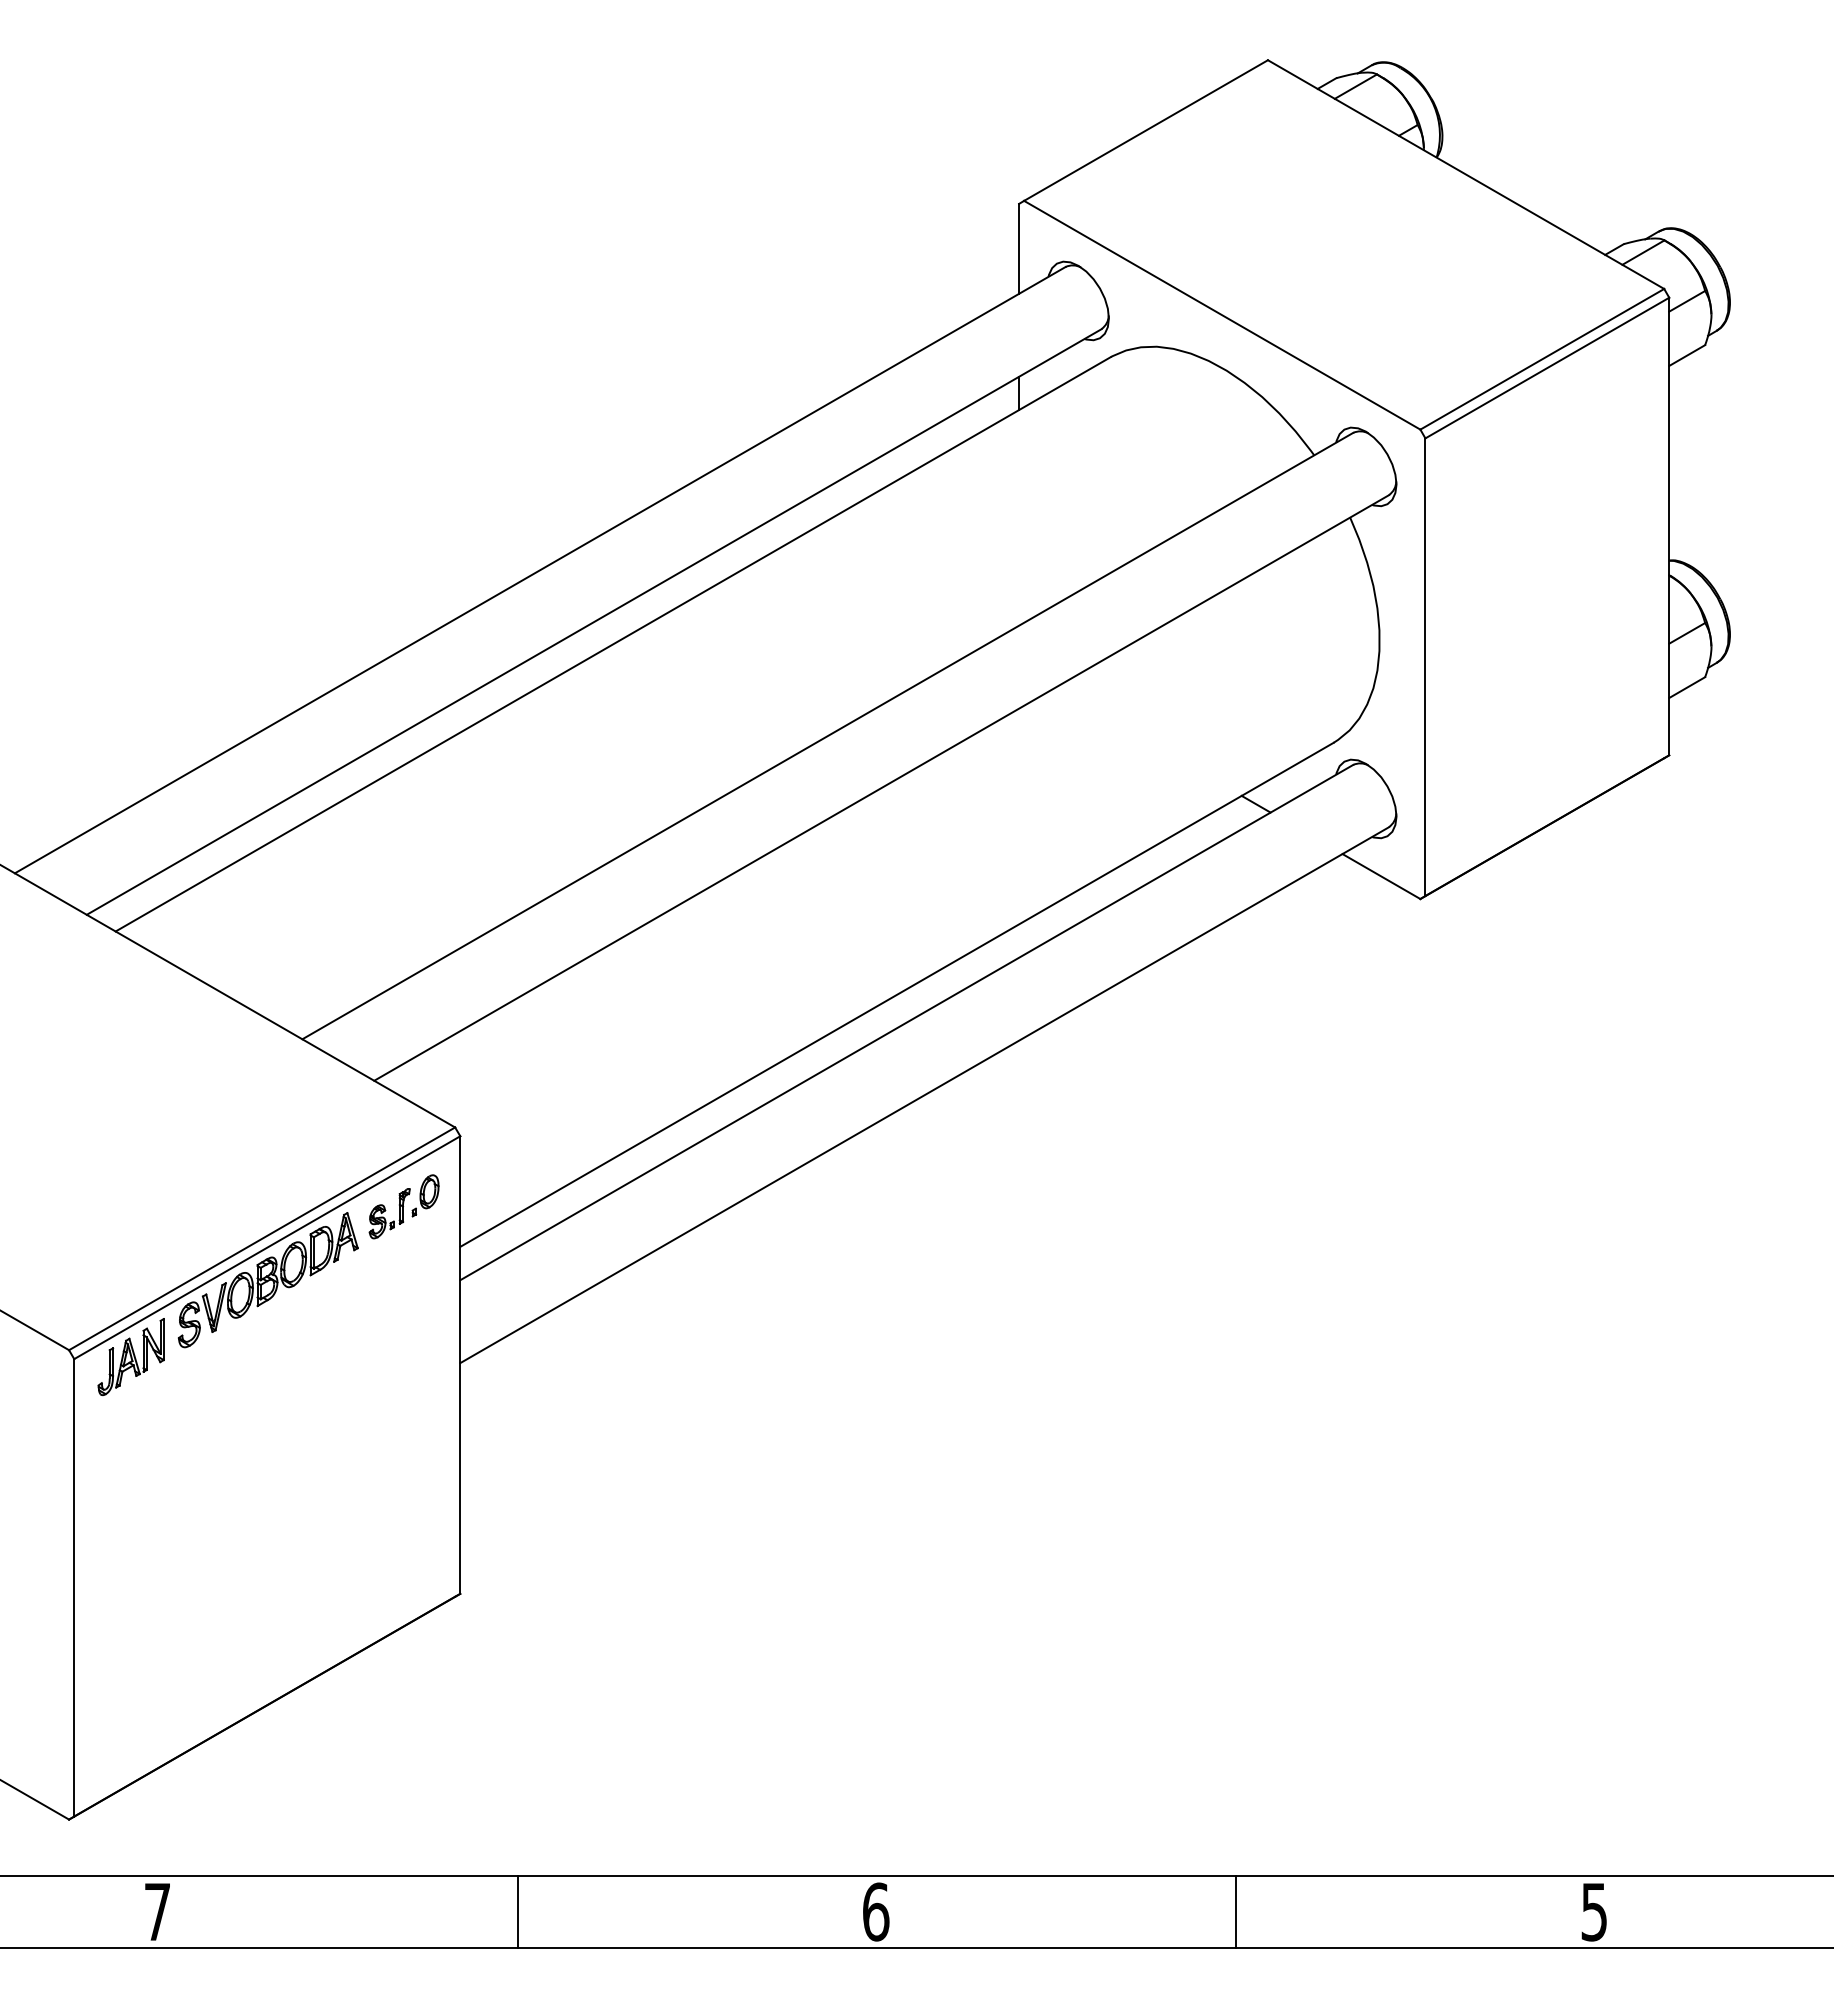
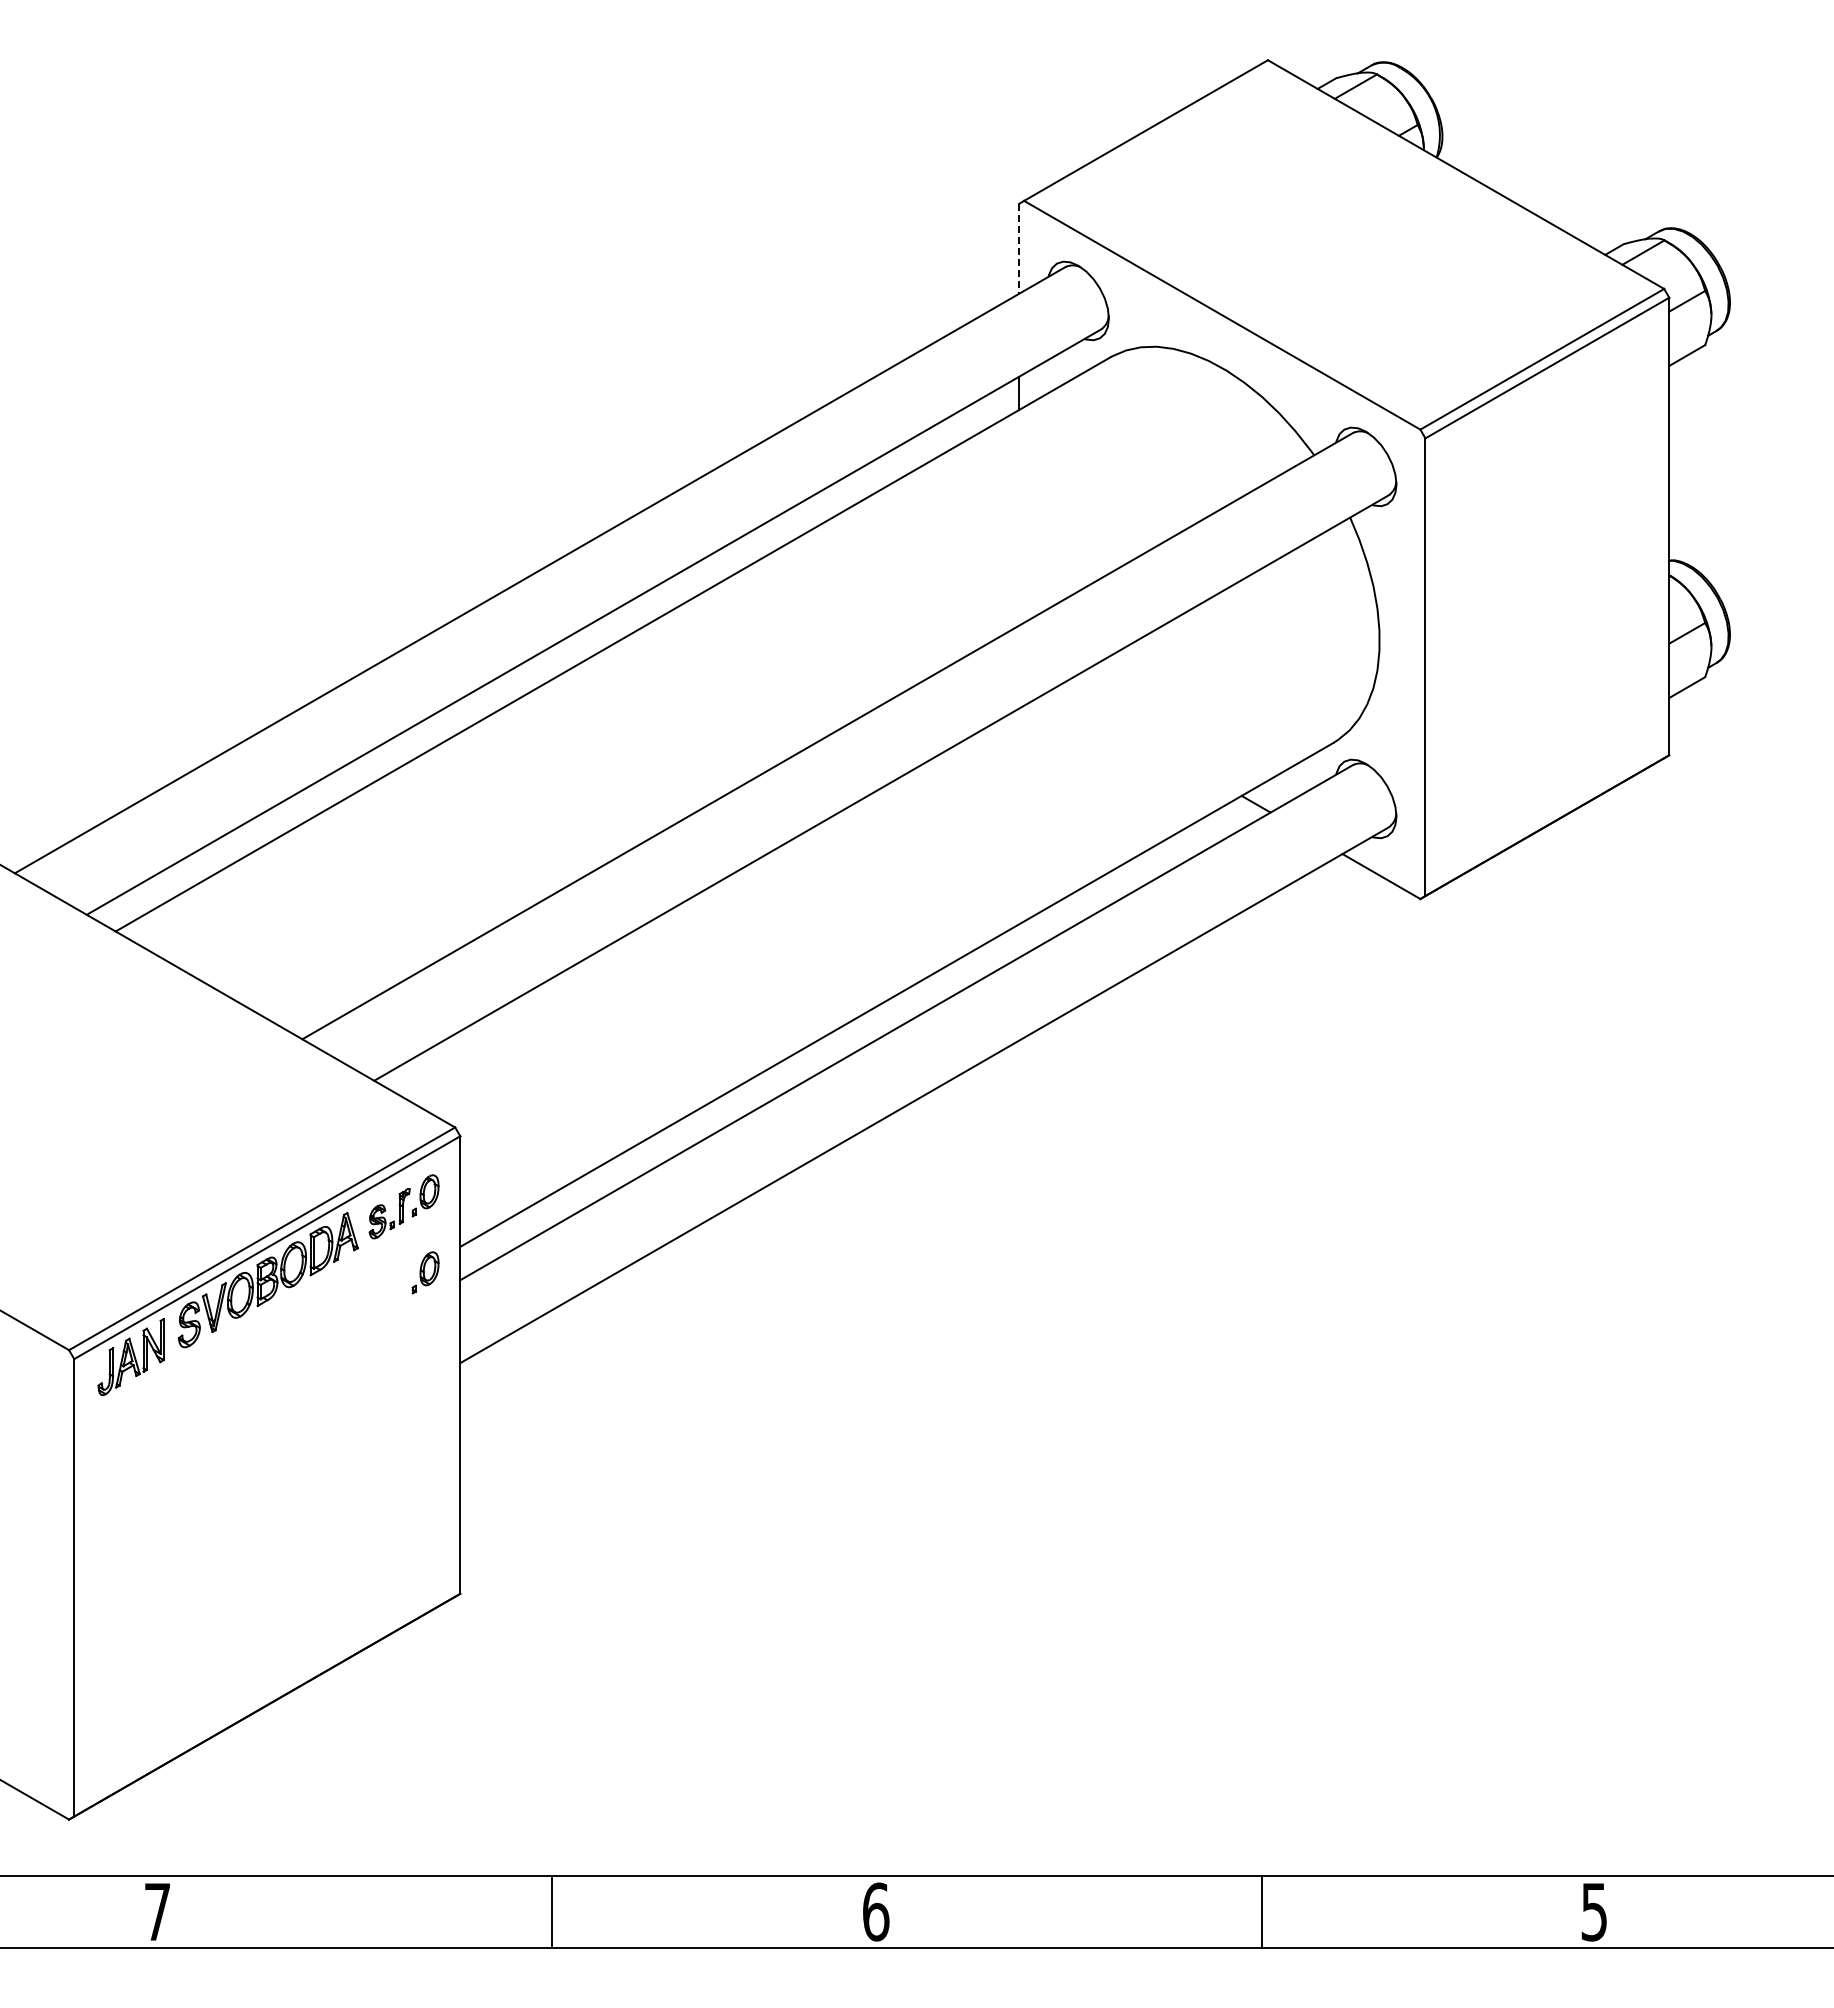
line at (1019, 248): solid -> dashed
part at (425, 1272): none -> present
line at (517, 1911) position: (517, 1911) -> (551, 1911)
line at (1235, 1911) position: (1235, 1911) -> (1261, 1911)
